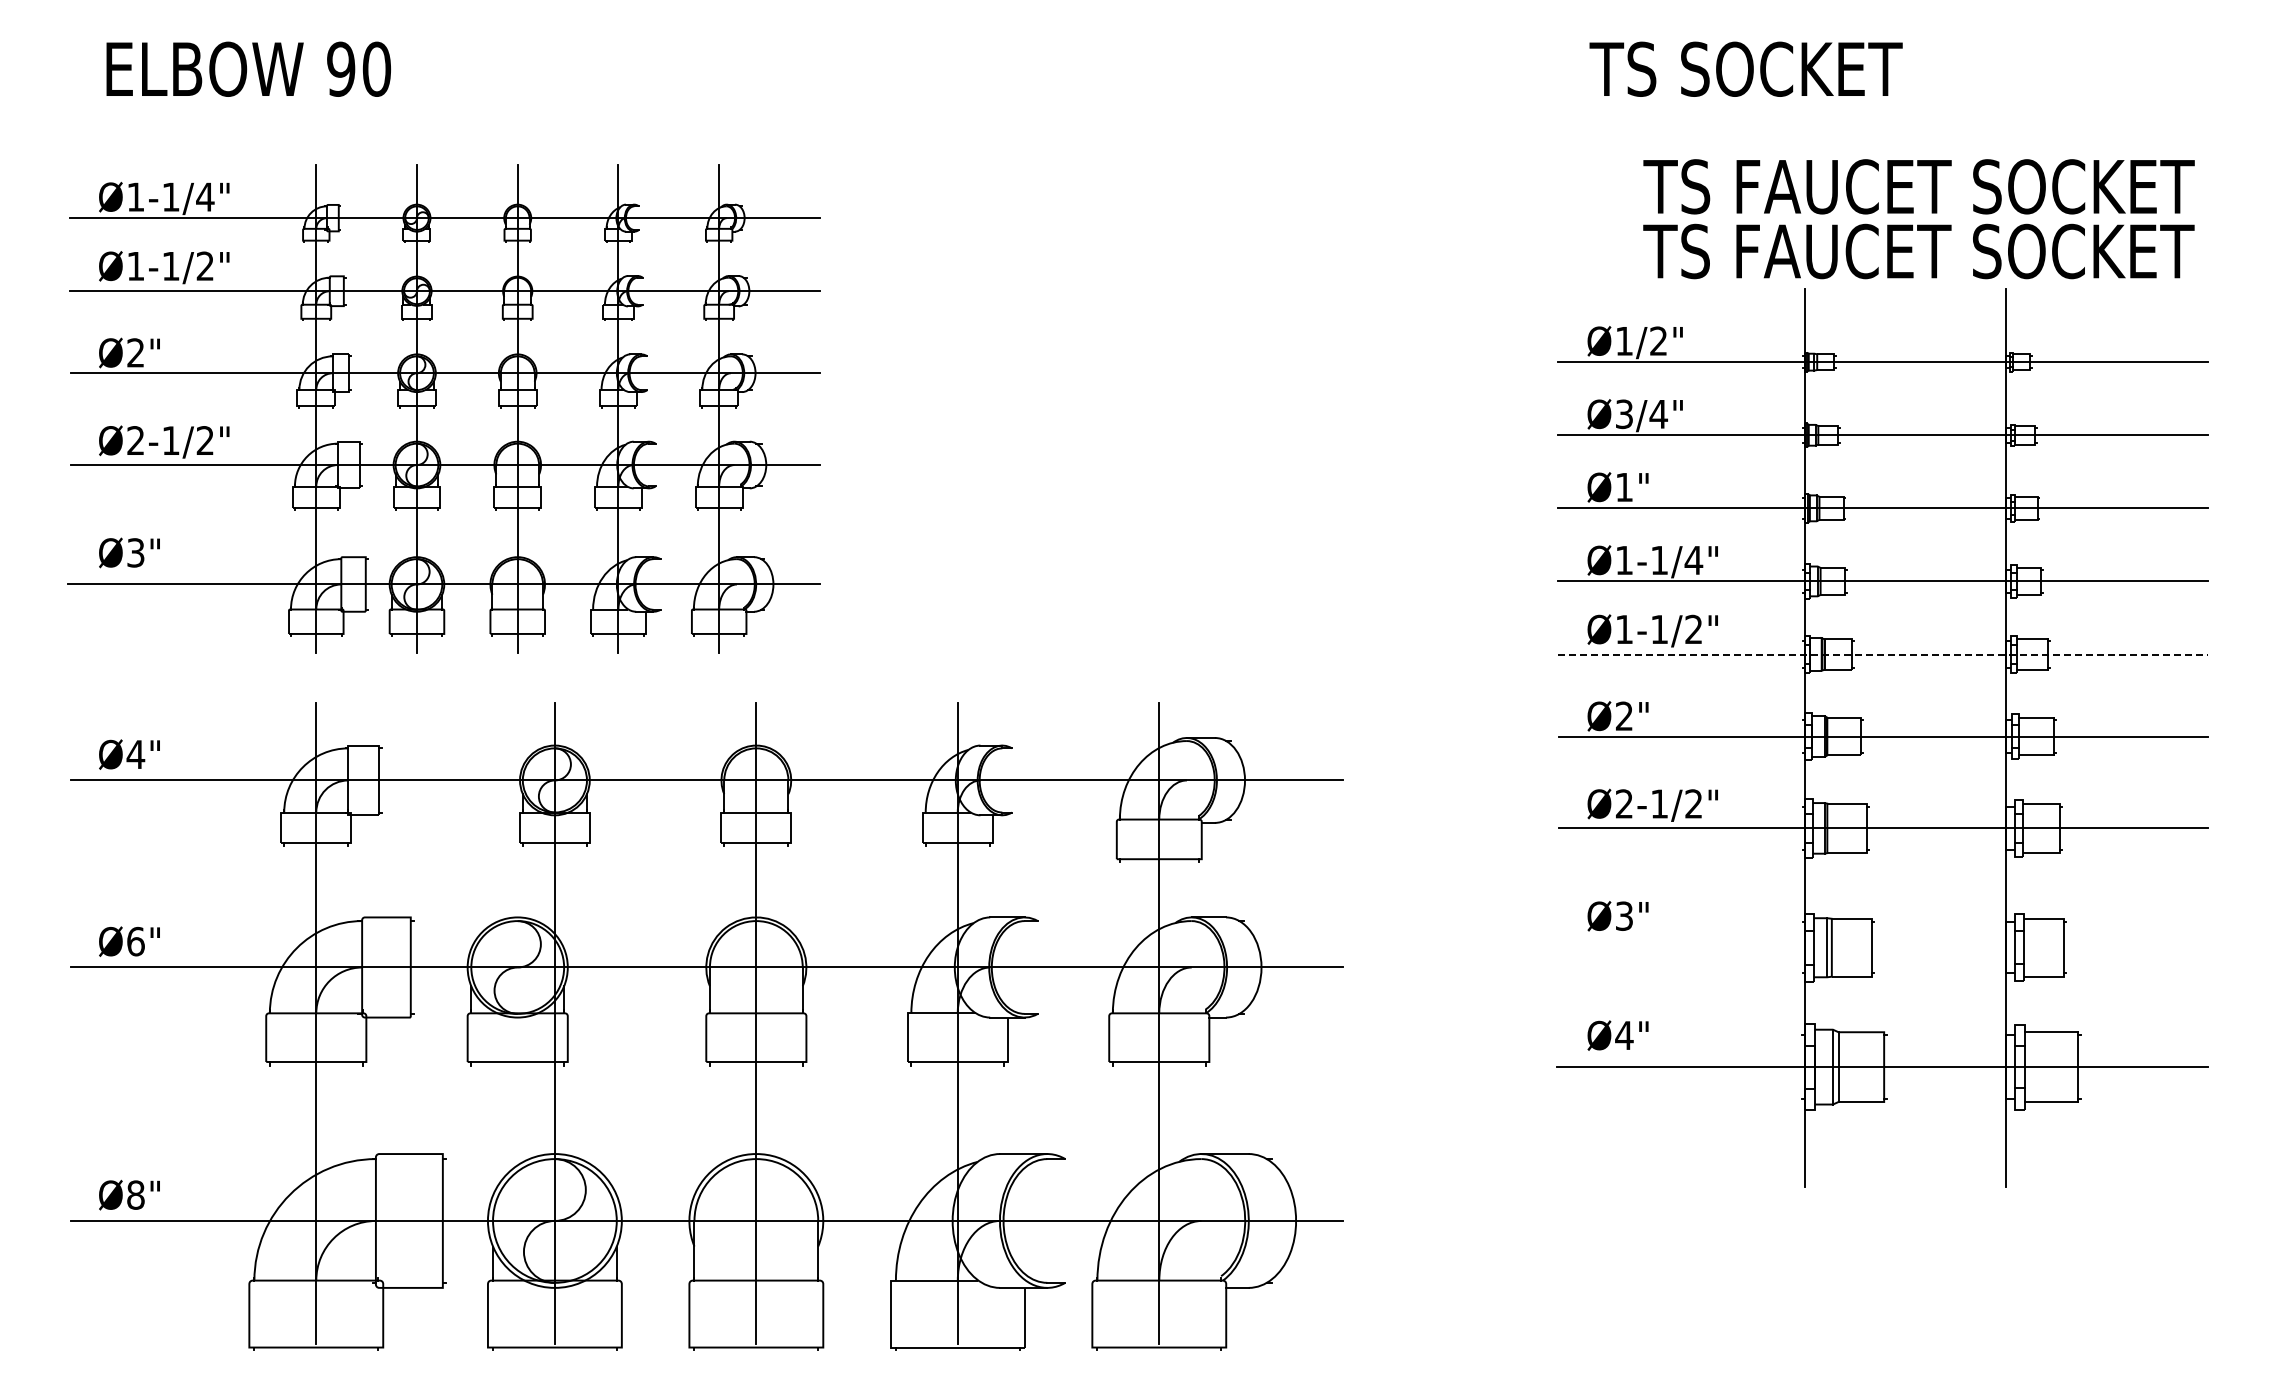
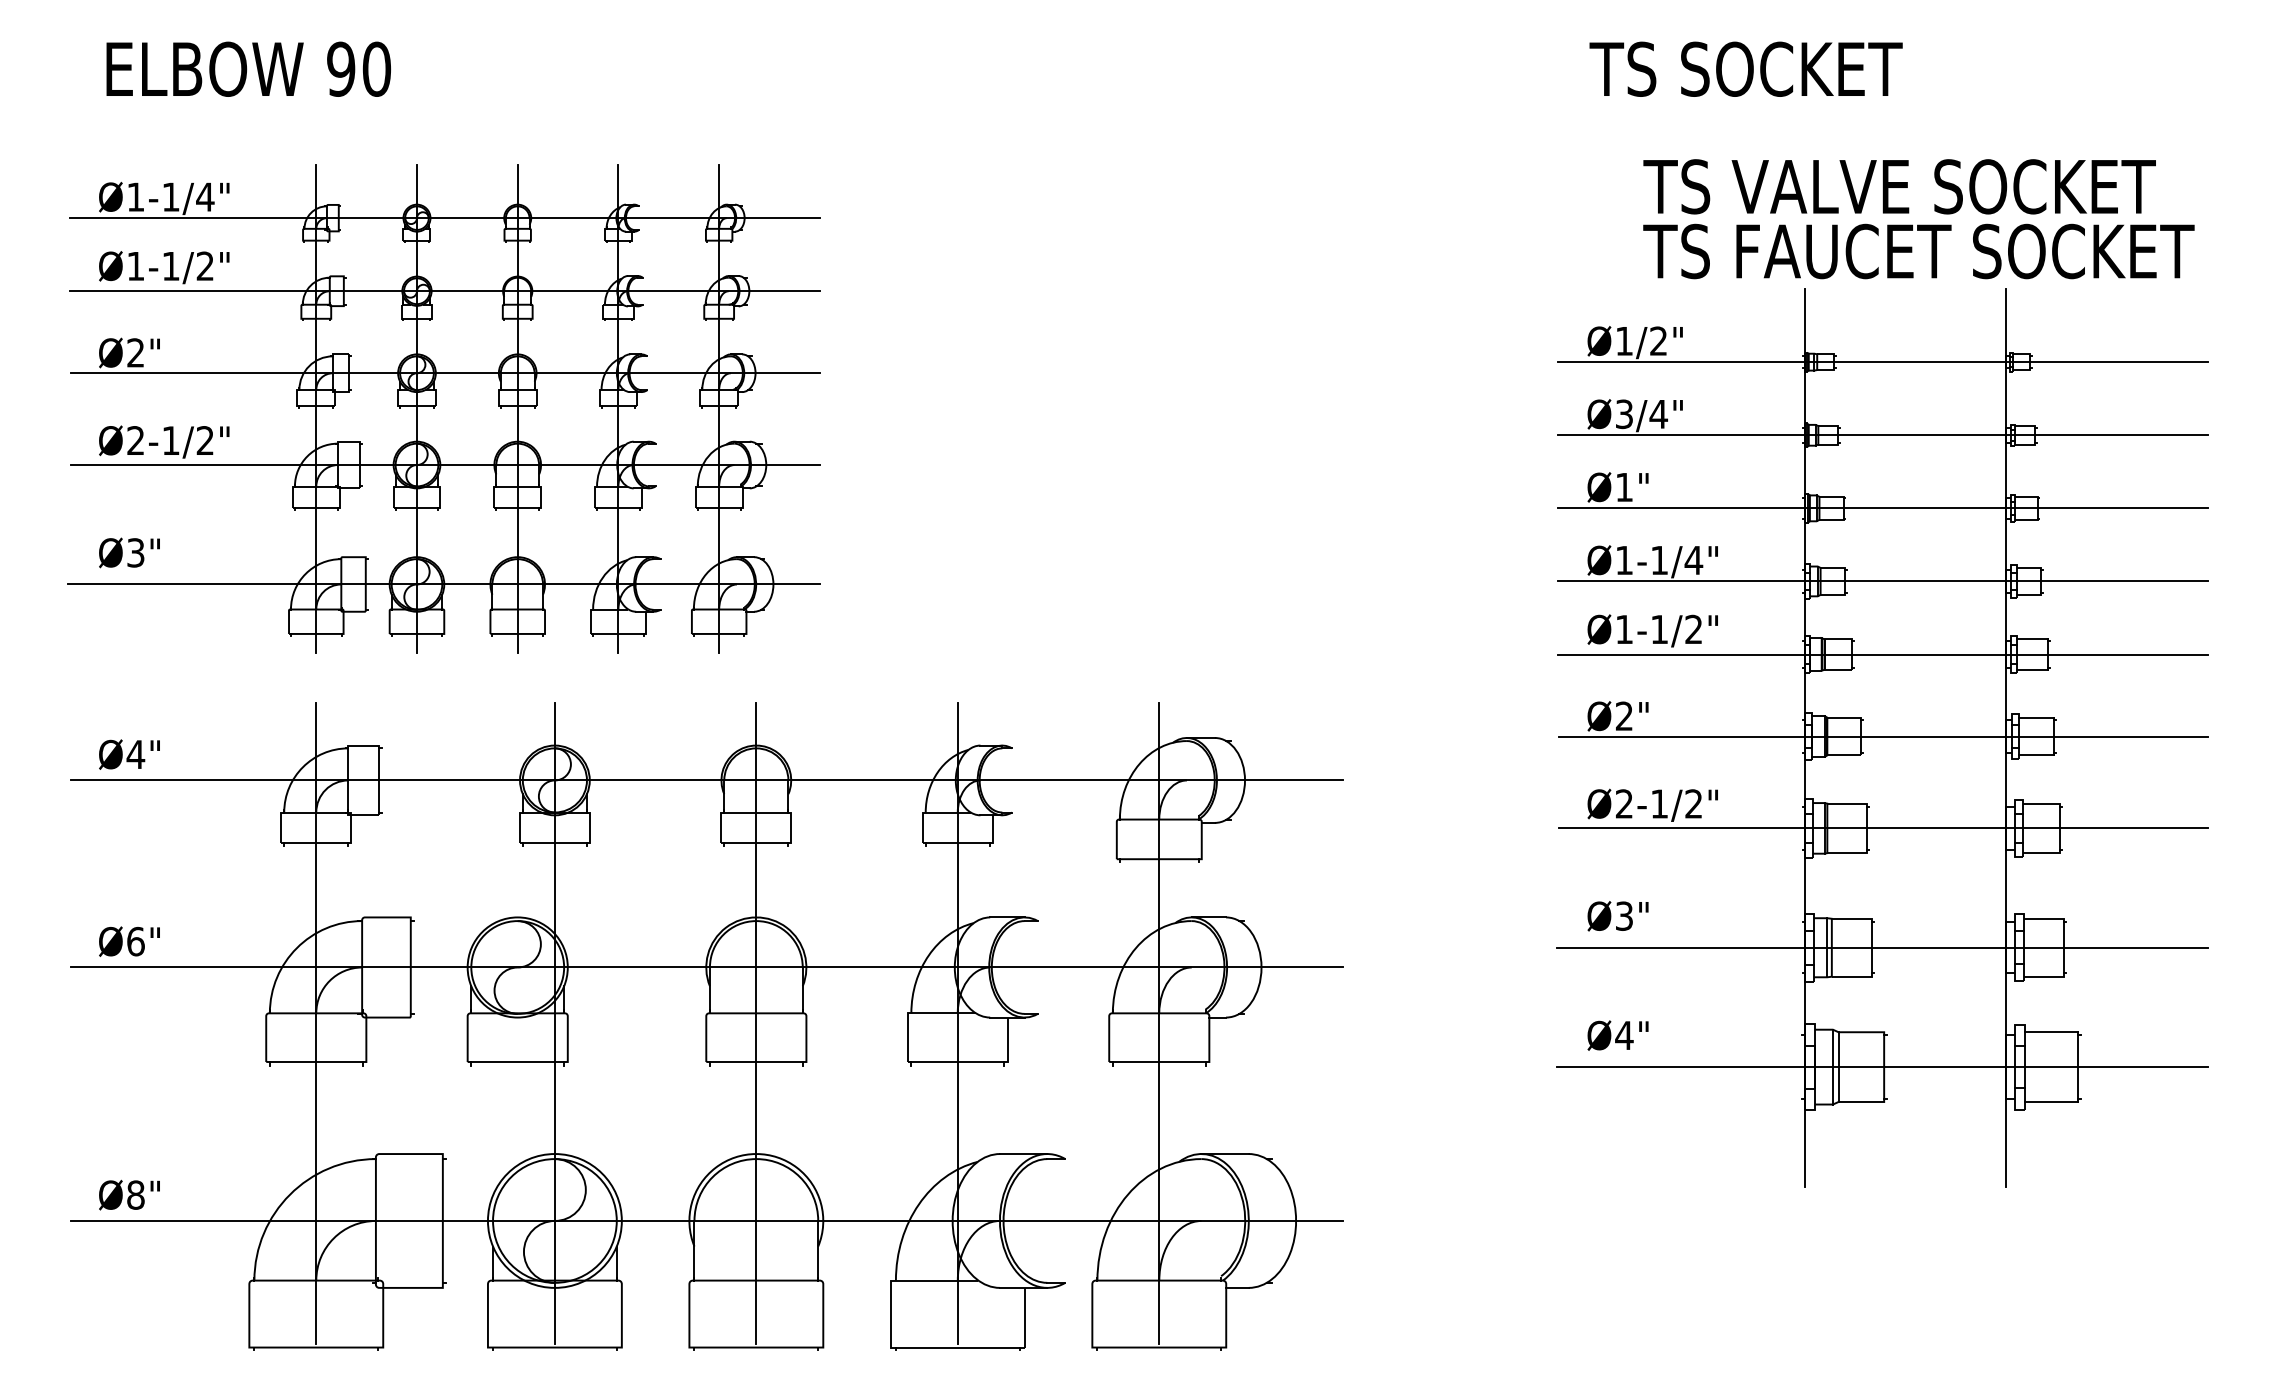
text at (1962, 186): TS FAUCET SOCKET -> TS VALVE SOCKET
line at (1883, 654): dashed -> solid
line at (1881, 947): none -> present
